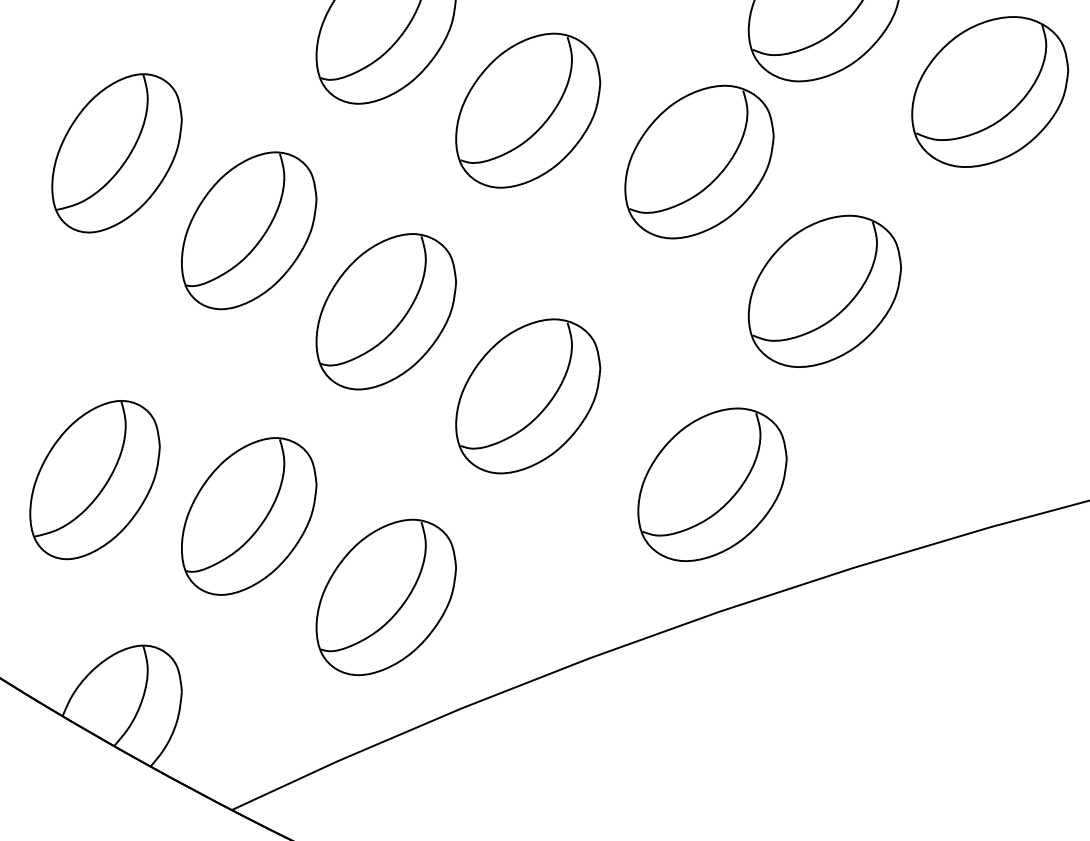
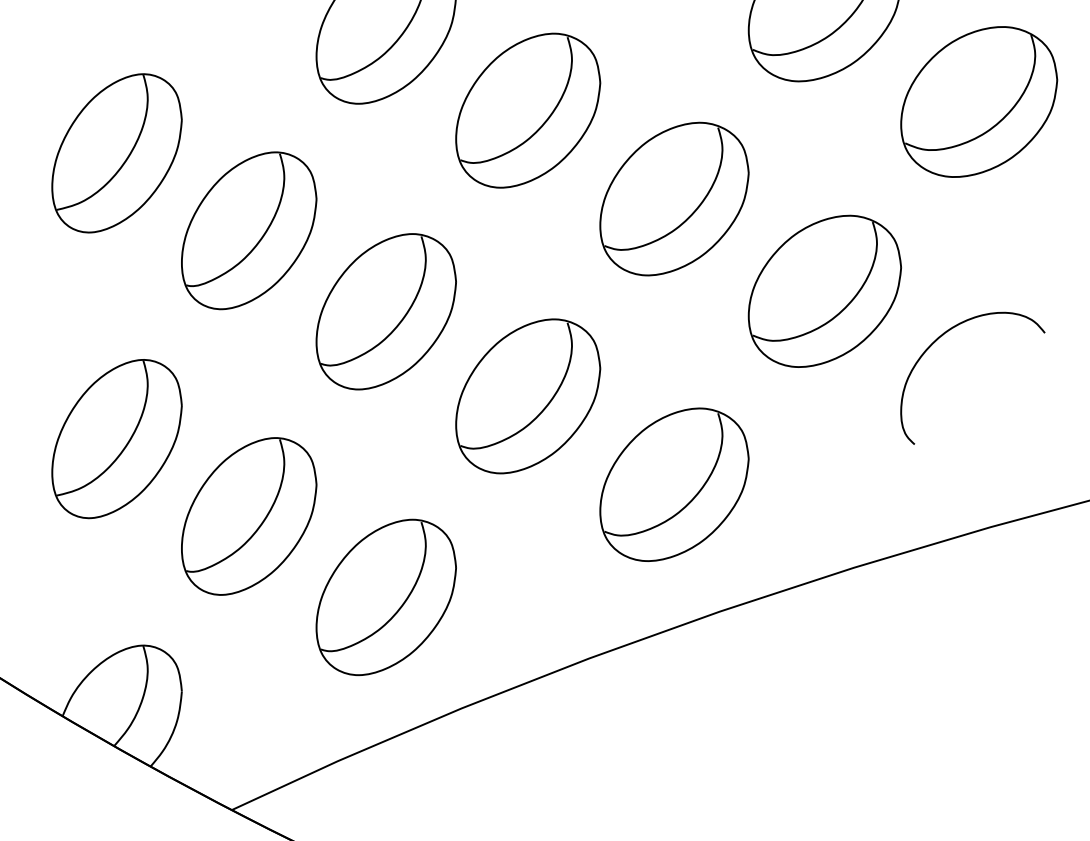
part at (990, 91) position: (990, 91) -> (979, 101)
part at (699, 161) position: (699, 161) -> (674, 198)
curve at (942, 336): none -> present
part at (94, 480) position: (94, 480) -> (116, 439)
part at (712, 484) position: (712, 484) -> (674, 484)
